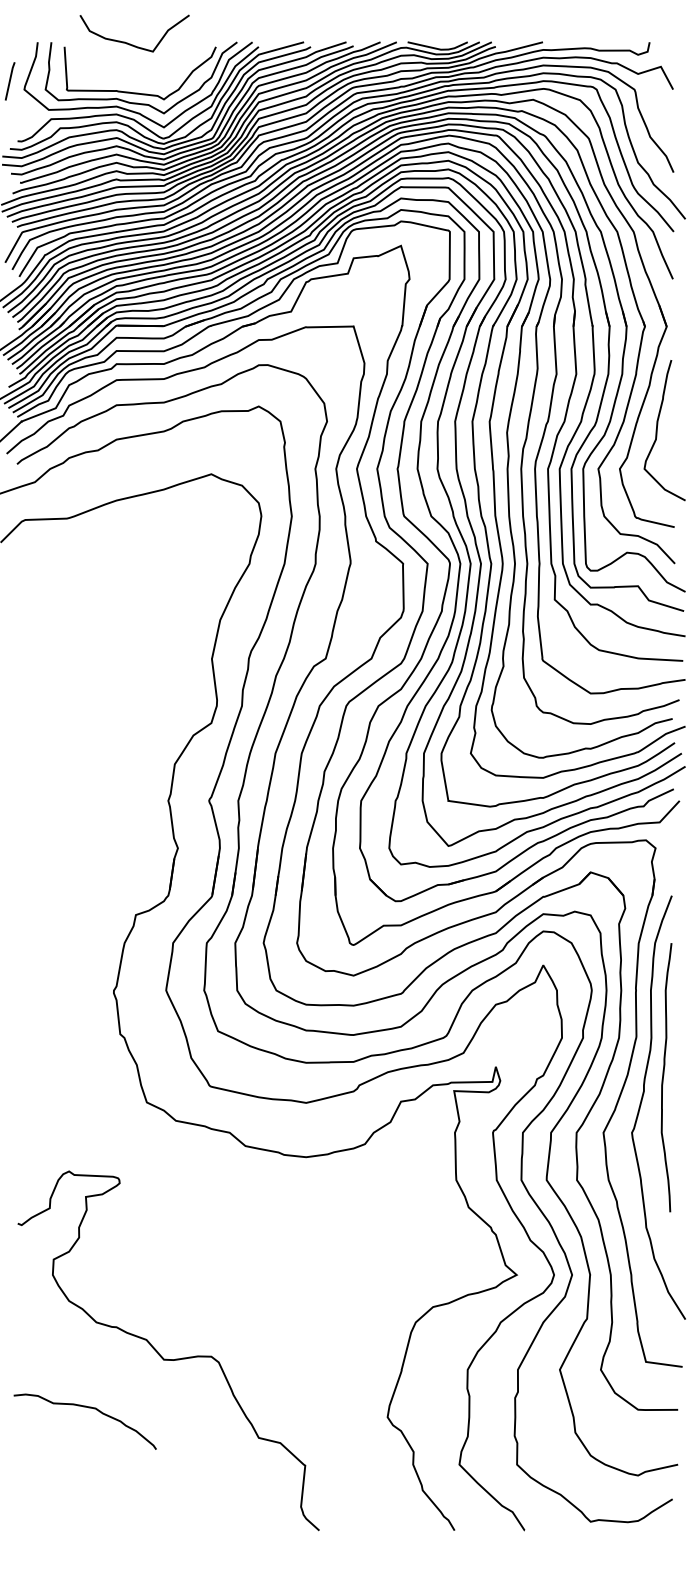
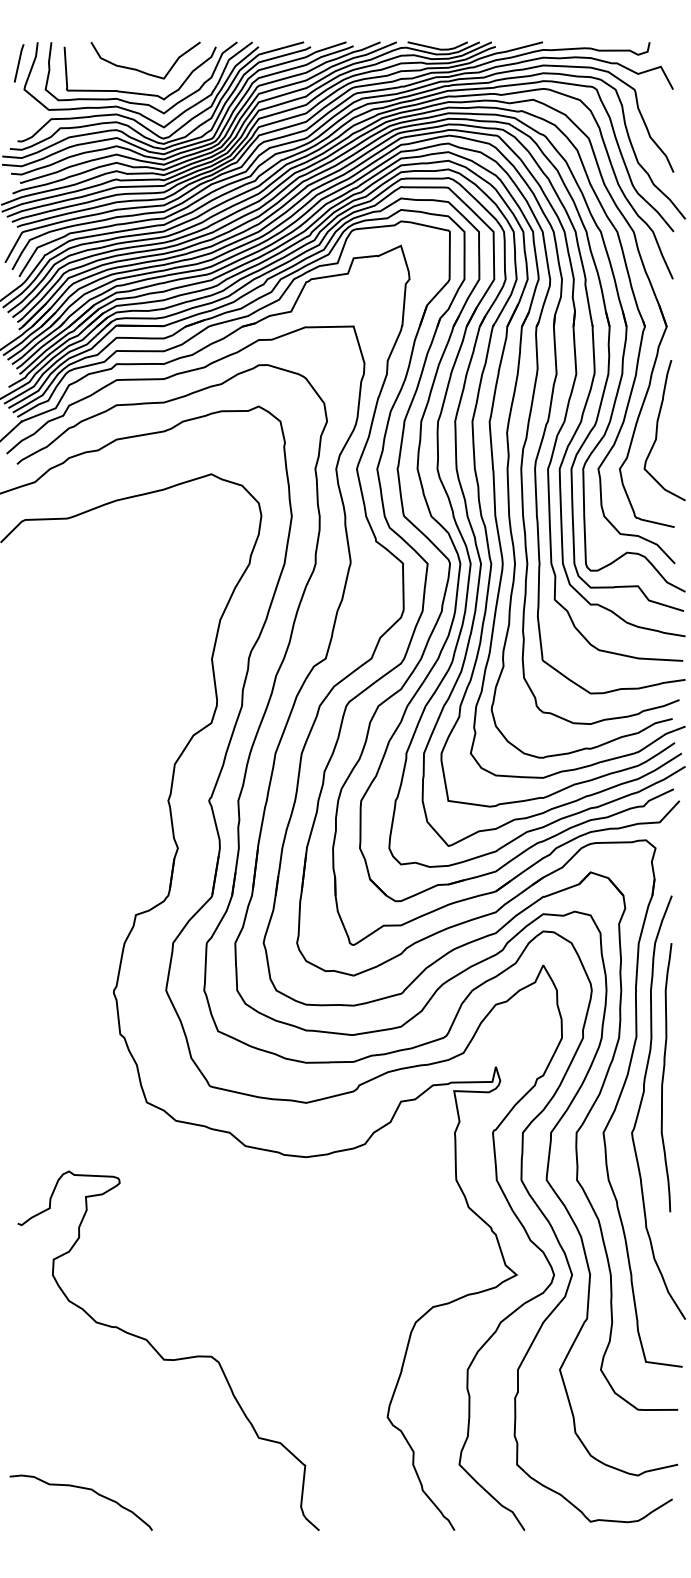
curve at (130, 43) position: (130, 43) -> (141, 70)
line at (10, 81) position: (10, 81) -> (19, 63)
curve at (88, 1408) position: (88, 1408) -> (84, 1489)
